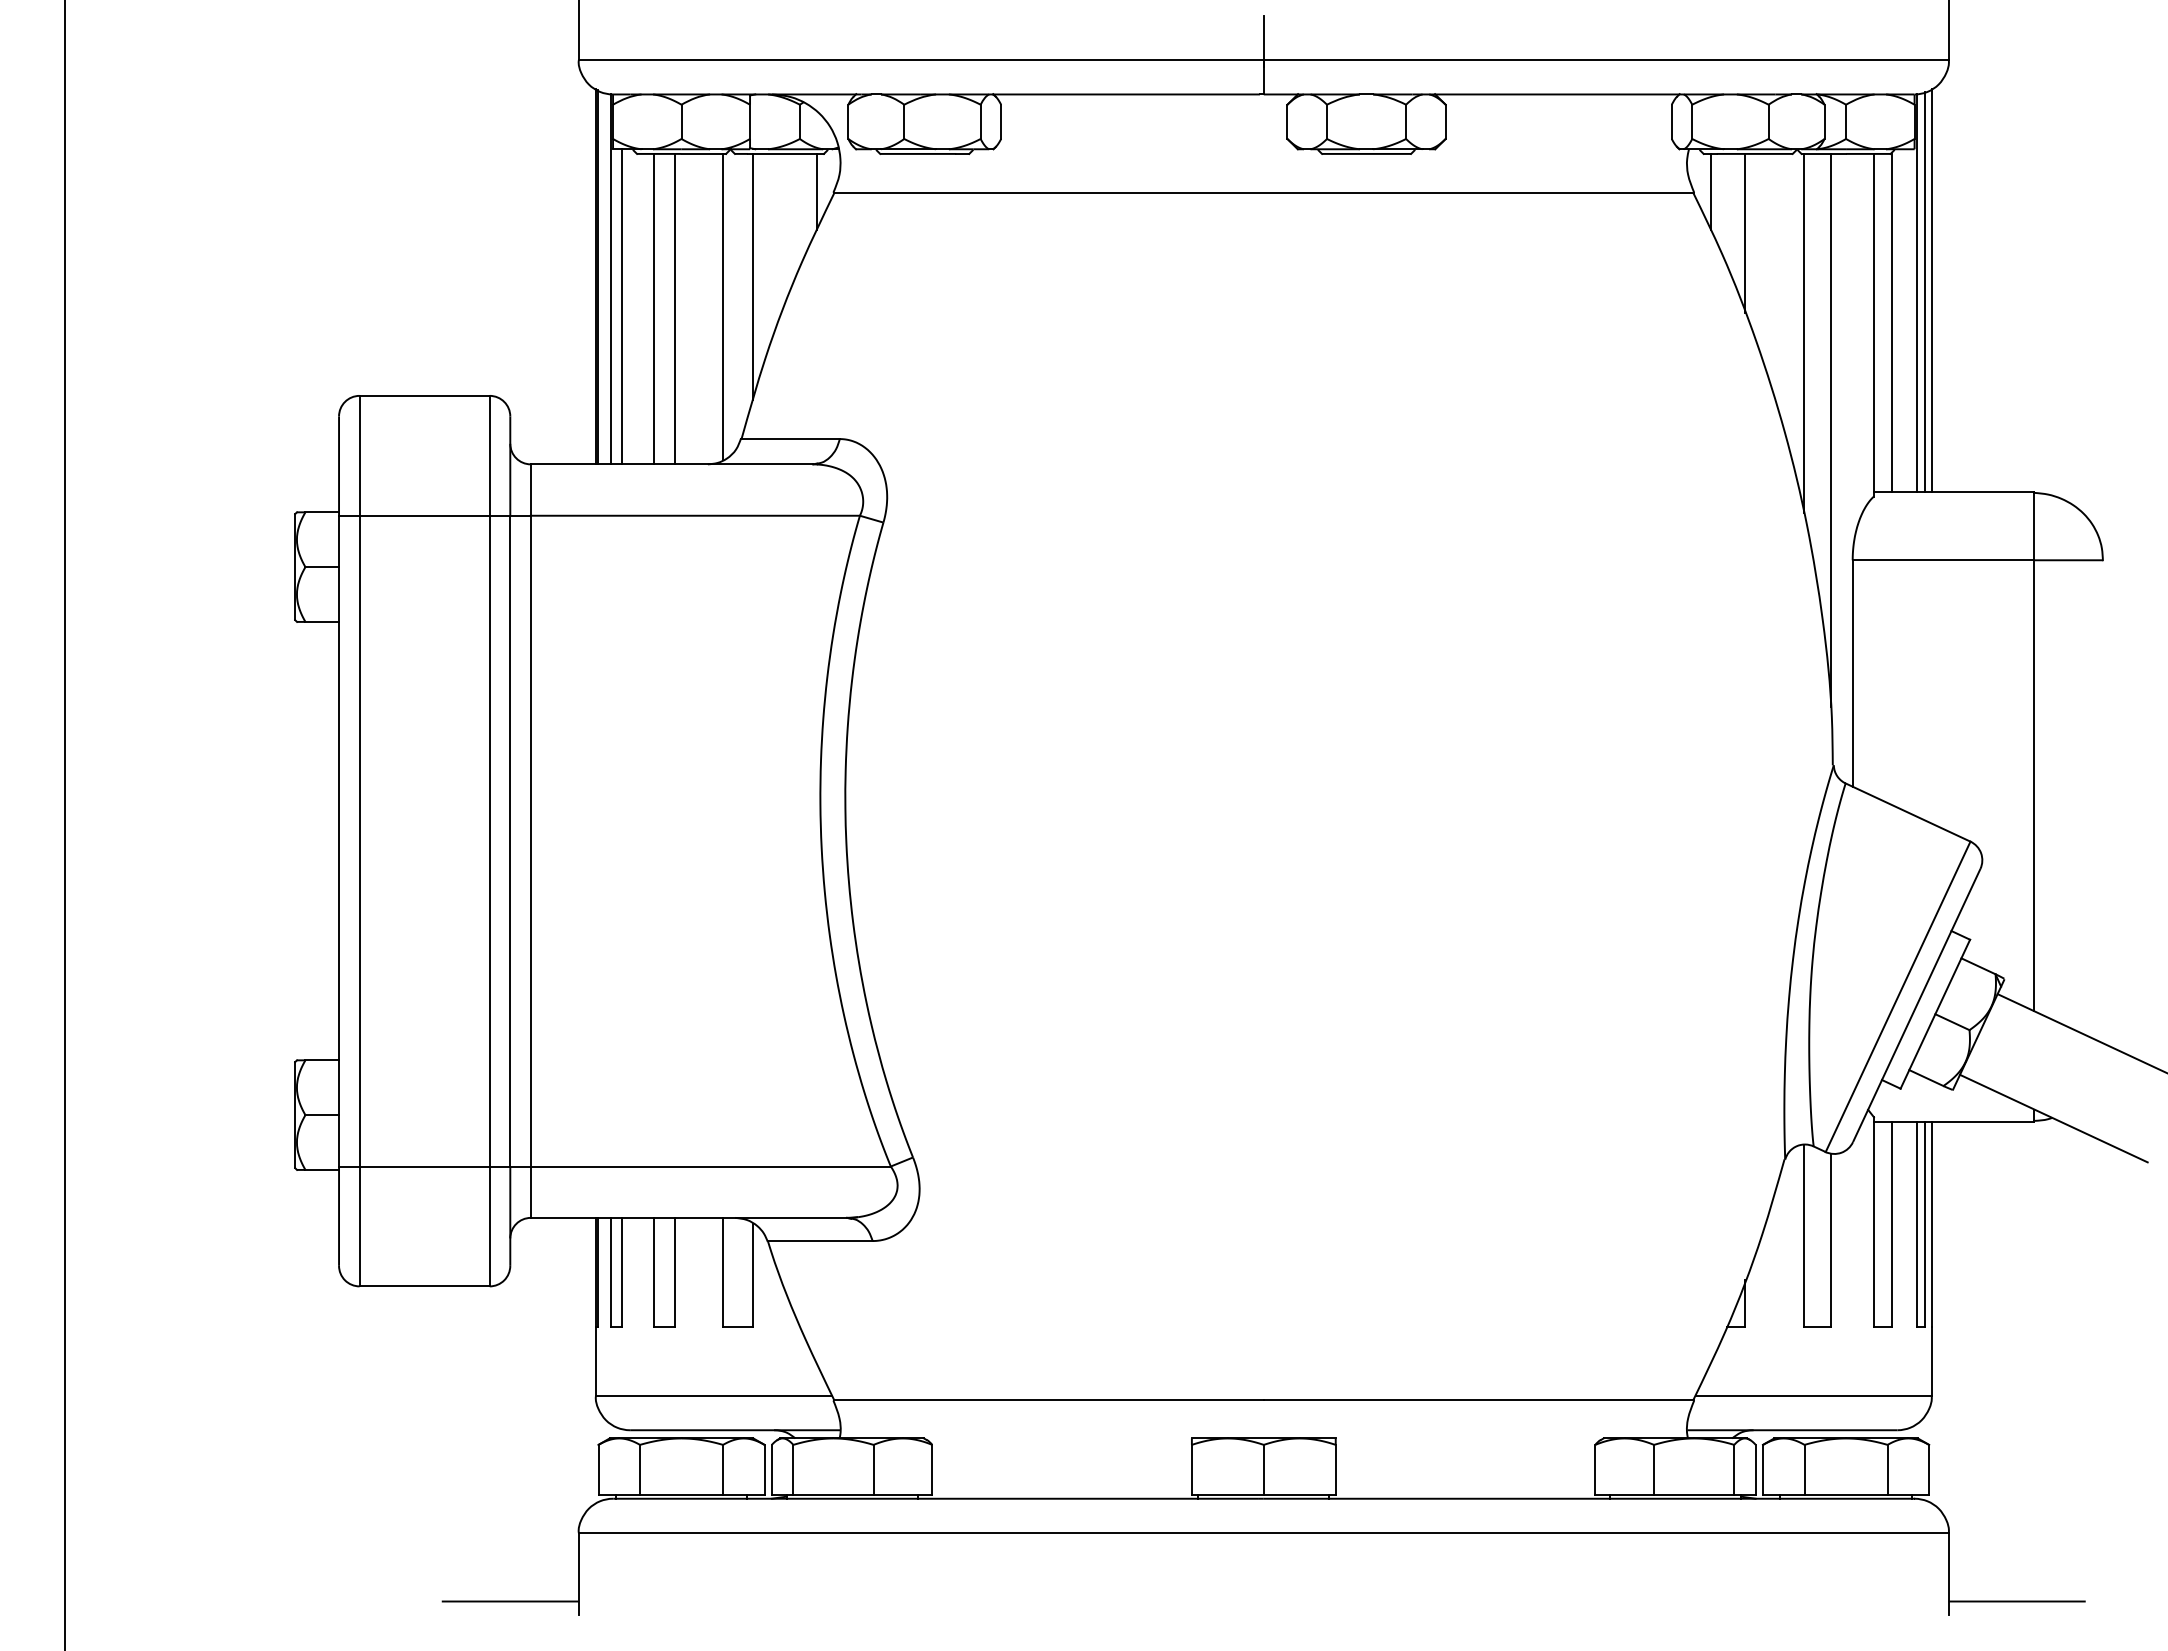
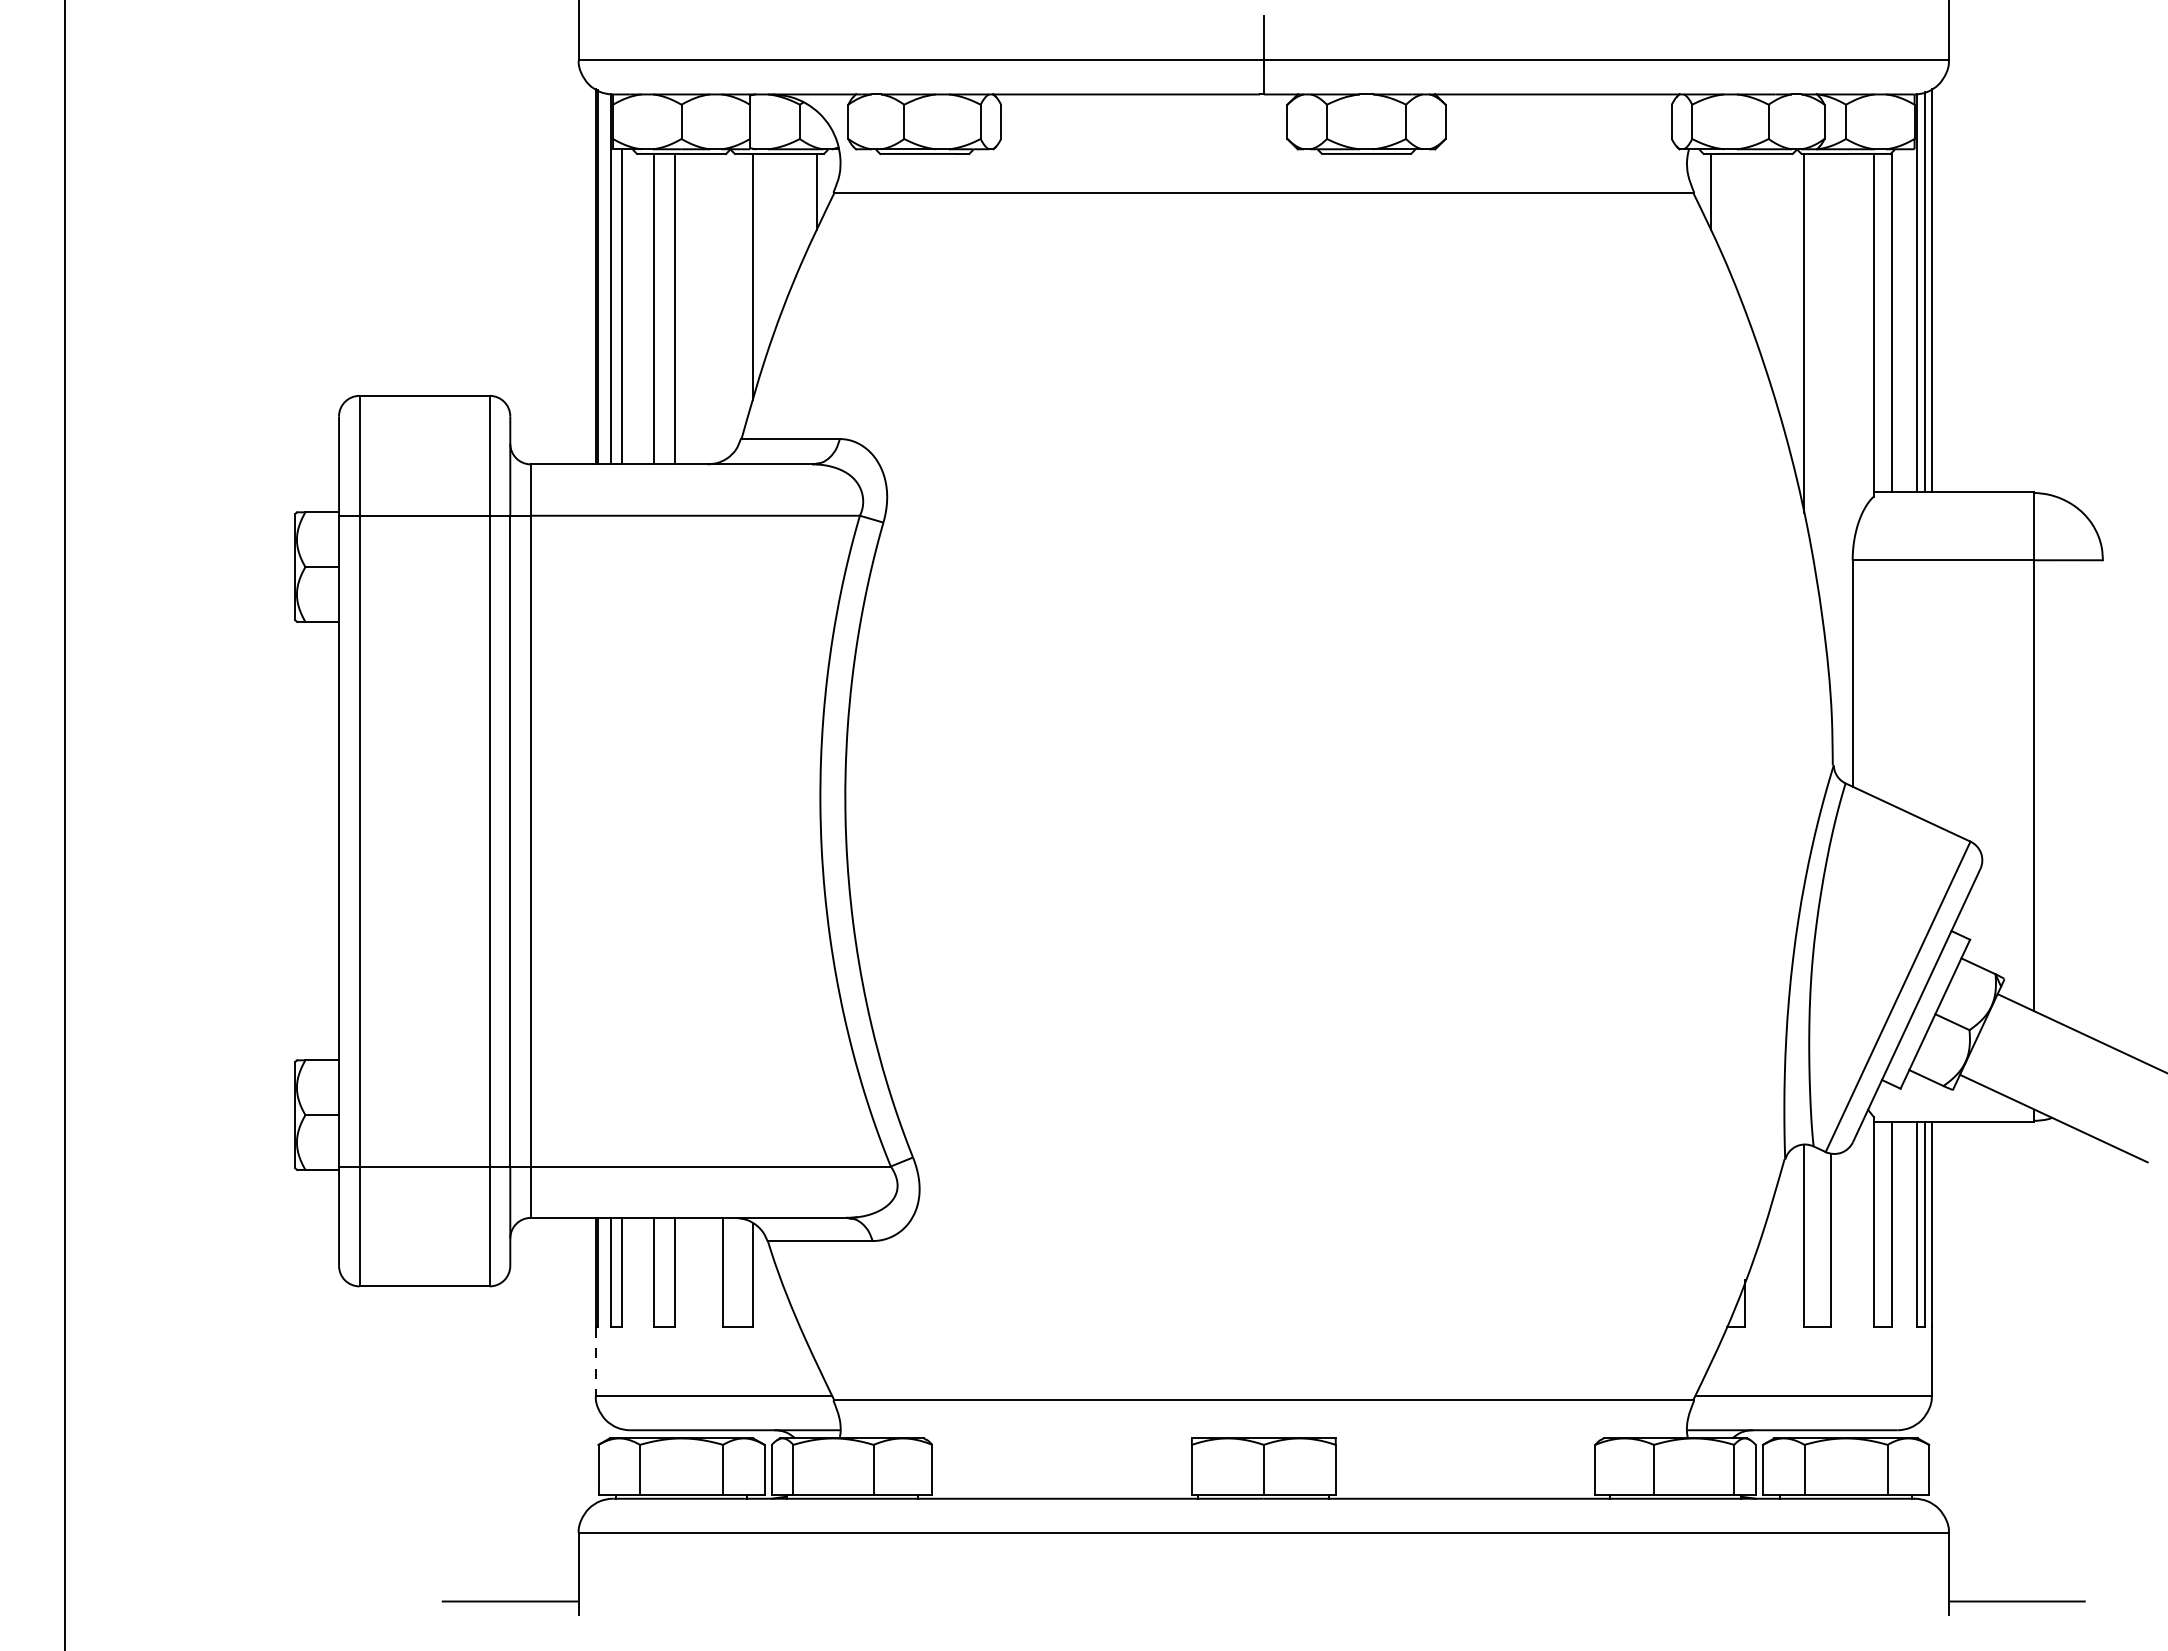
line at (1745, 232): present -> none
line at (723, 306): present -> none
line at (1830, 430): present -> none
line at (595, 1362): solid -> dashed
